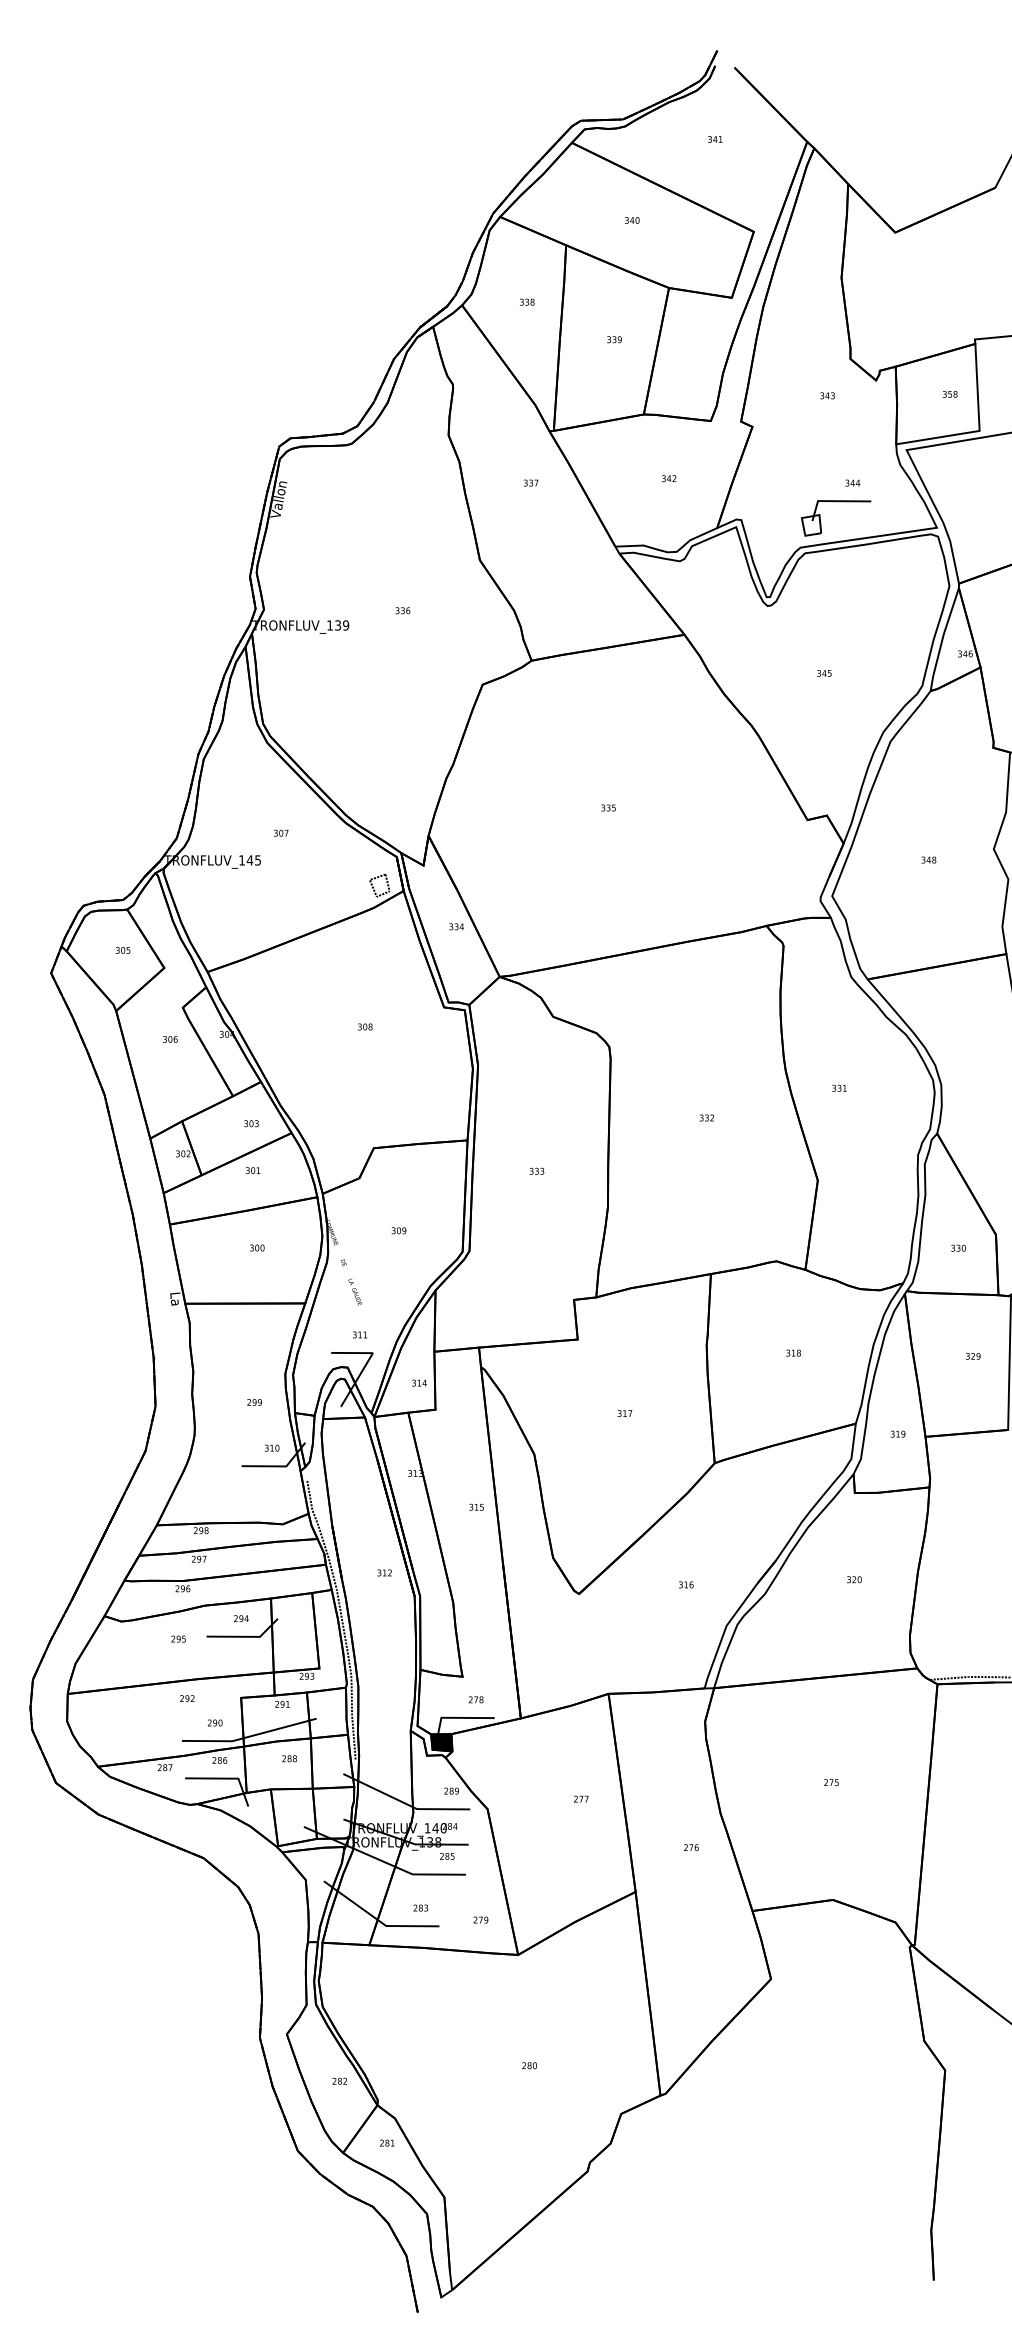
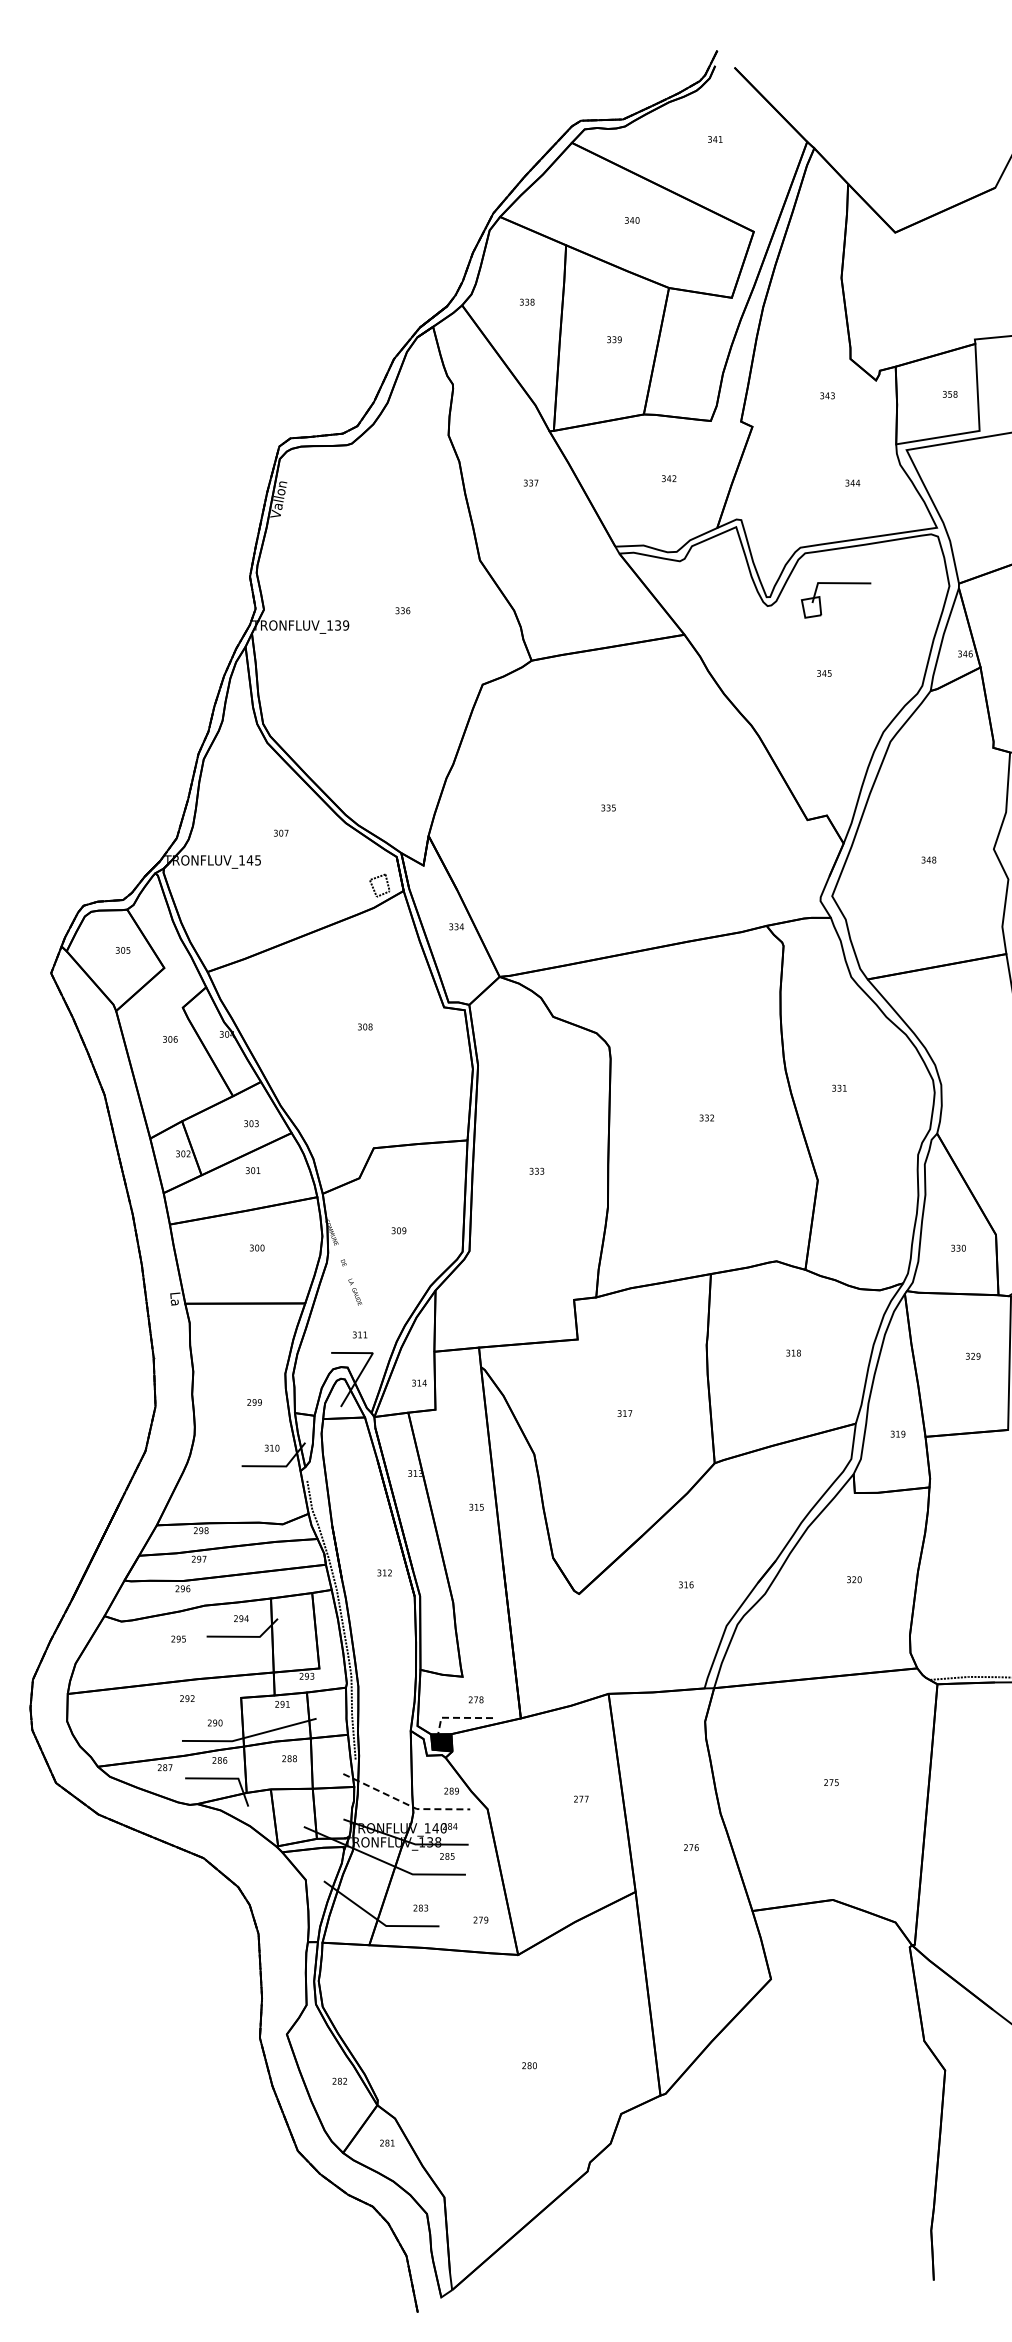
part at (821, 522) position: (821, 522) -> (821, 604)
line at (456, 1717): solid -> dashed
line at (404, 1803): solid -> dashed
